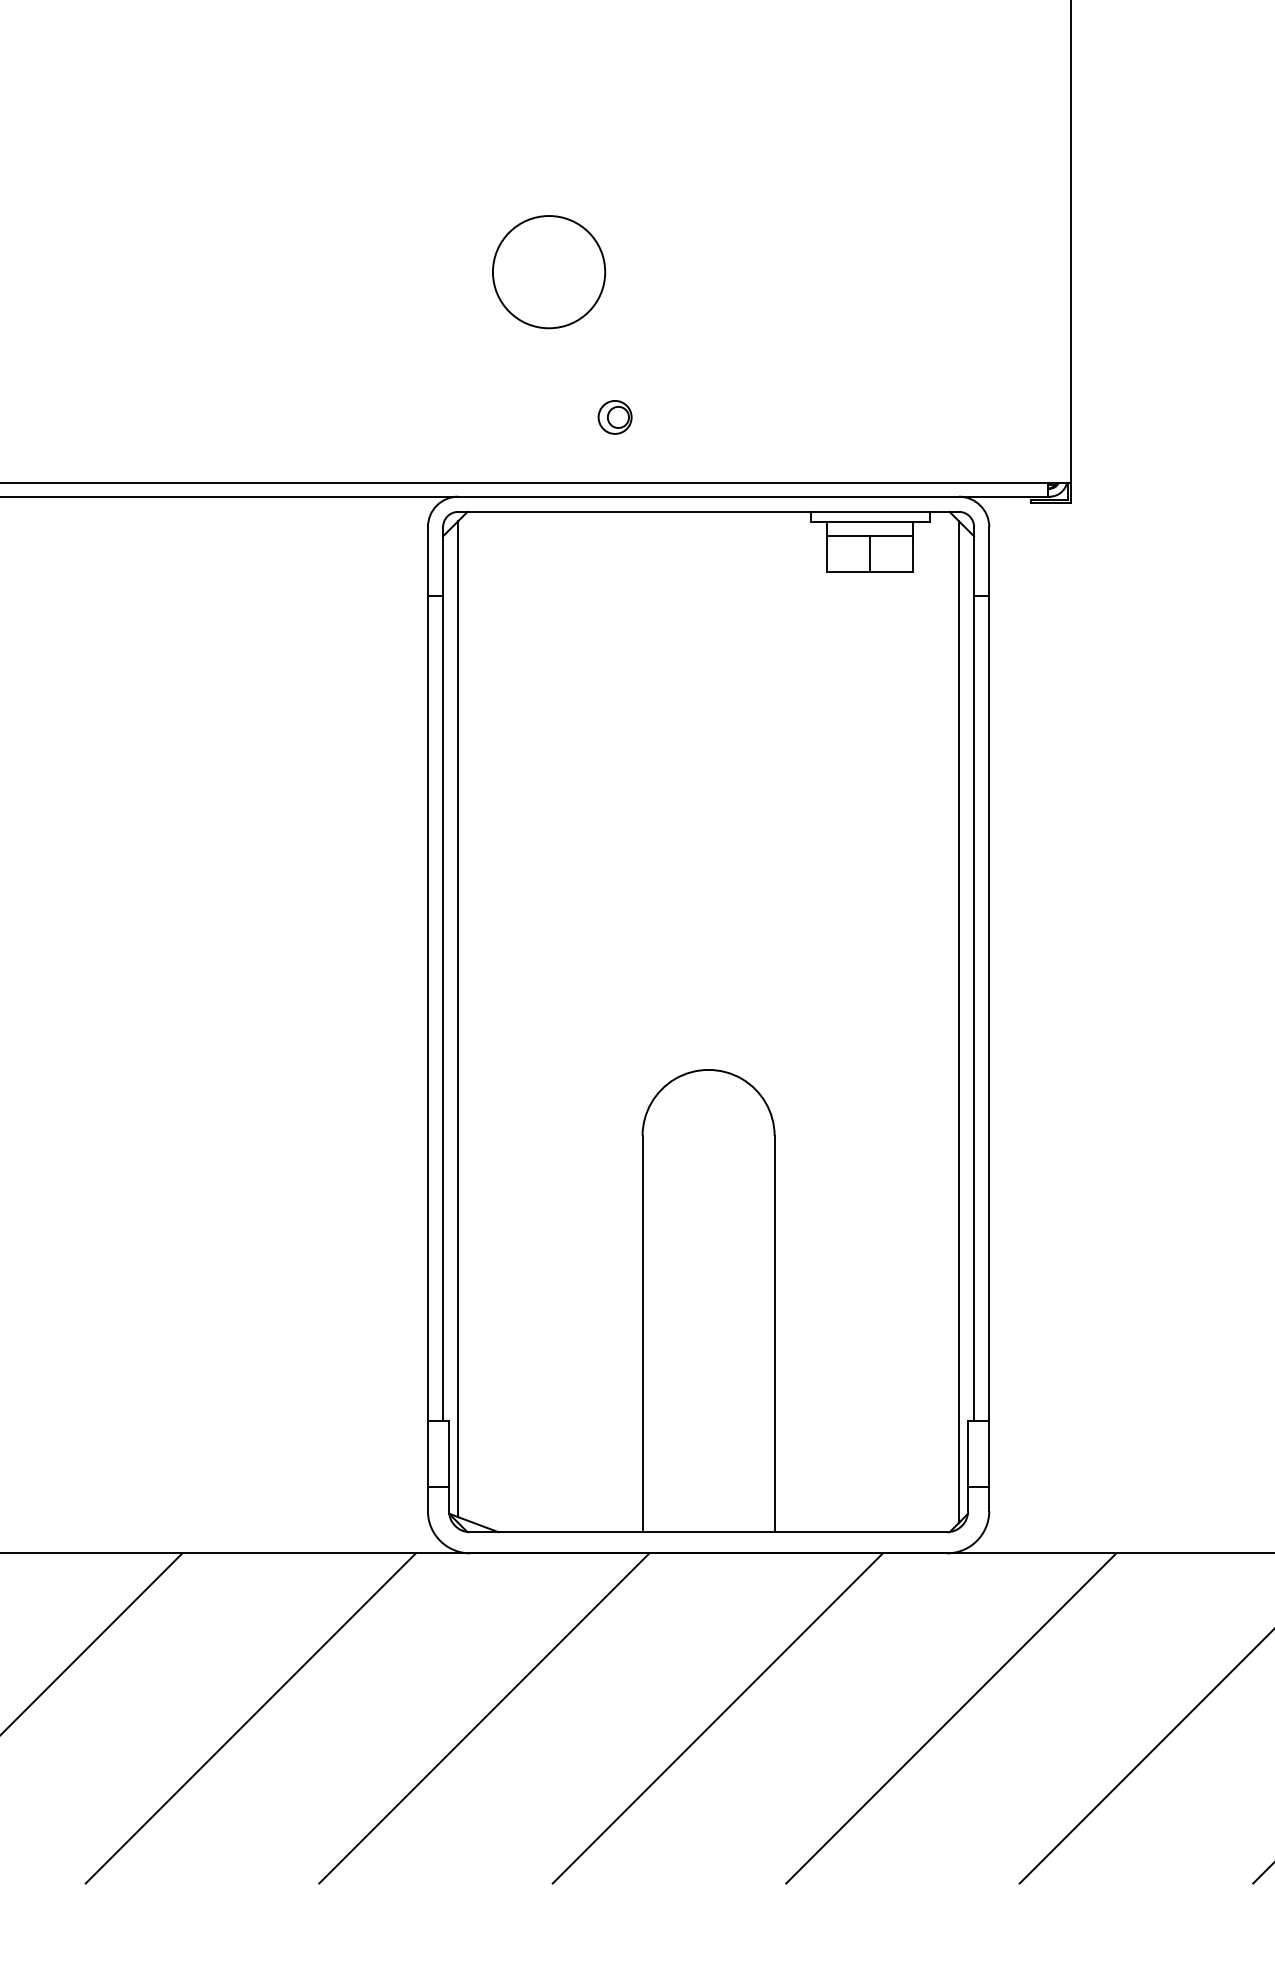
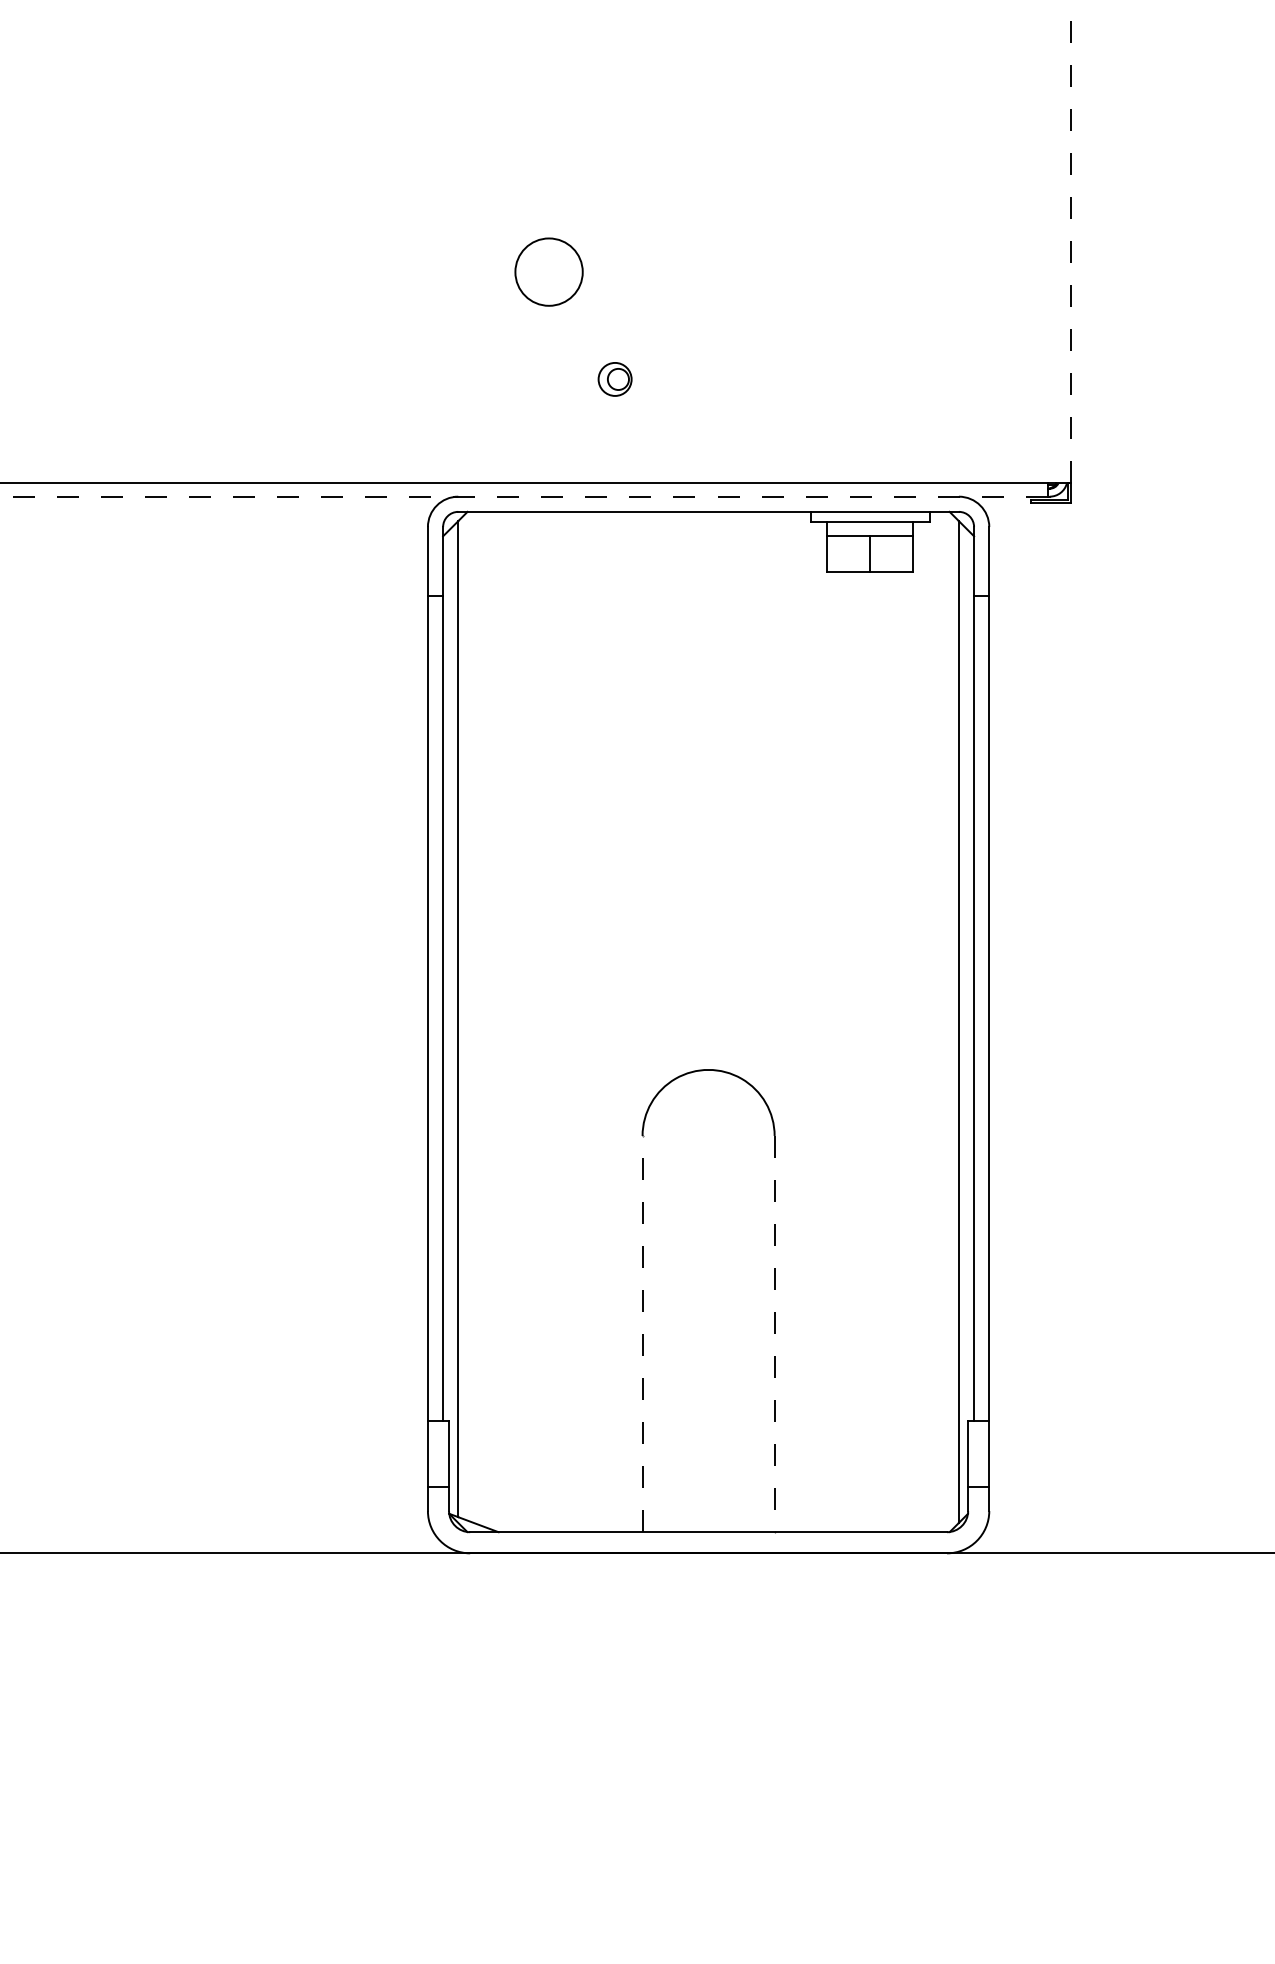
line at (1070, 241): solid -> dashed
circle at (548, 272) diameter: 112 px -> 67 px
part at (614, 417) position: (614, 417) -> (614, 379)
line at (523, 496): solid -> dashed
line at (642, 1333): solid -> dashed
line at (774, 1334): solid -> dashed
line at (92, 1643): present -> none
line at (250, 1718): present -> none
line at (484, 1718): present -> none
line at (717, 1718): present -> none
line at (951, 1718): present -> none
line at (1145, 1757): present -> none
line at (1262, 1874): present -> none
